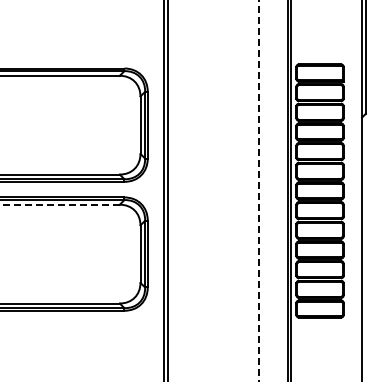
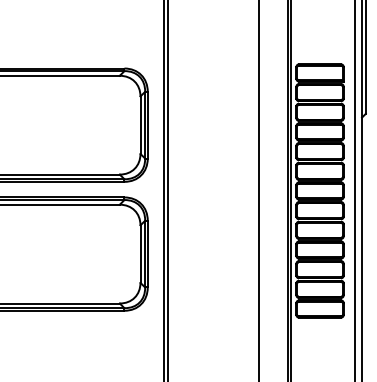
line at (258, 190): dashed -> solid
line at (355, 190): none -> present
line at (59, 204): dashed -> solid
